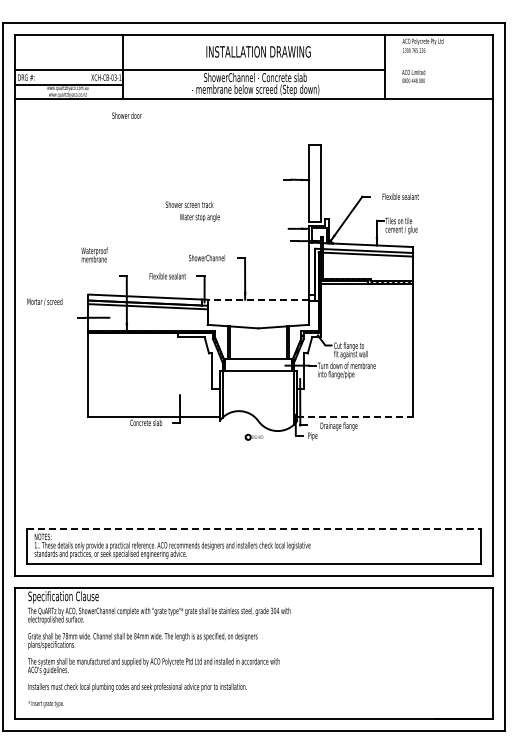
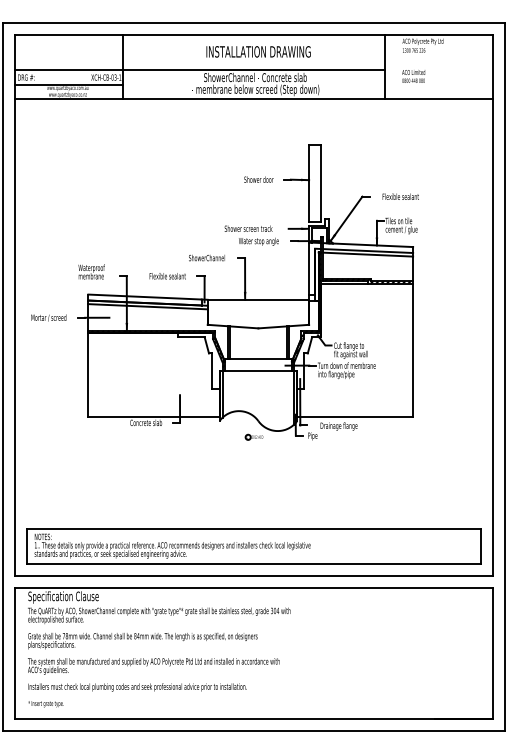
text at (126, 115) position: (126, 115) -> (258, 179)
text at (192, 211) position: (192, 211) -> (251, 235)
text at (94, 254) position: (94, 254) -> (91, 271)
line at (258, 299): dashed -> solid
text at (44, 301) position: (44, 301) -> (48, 317)
line at (355, 416): dashed -> solid
line at (254, 528): dashed -> solid
